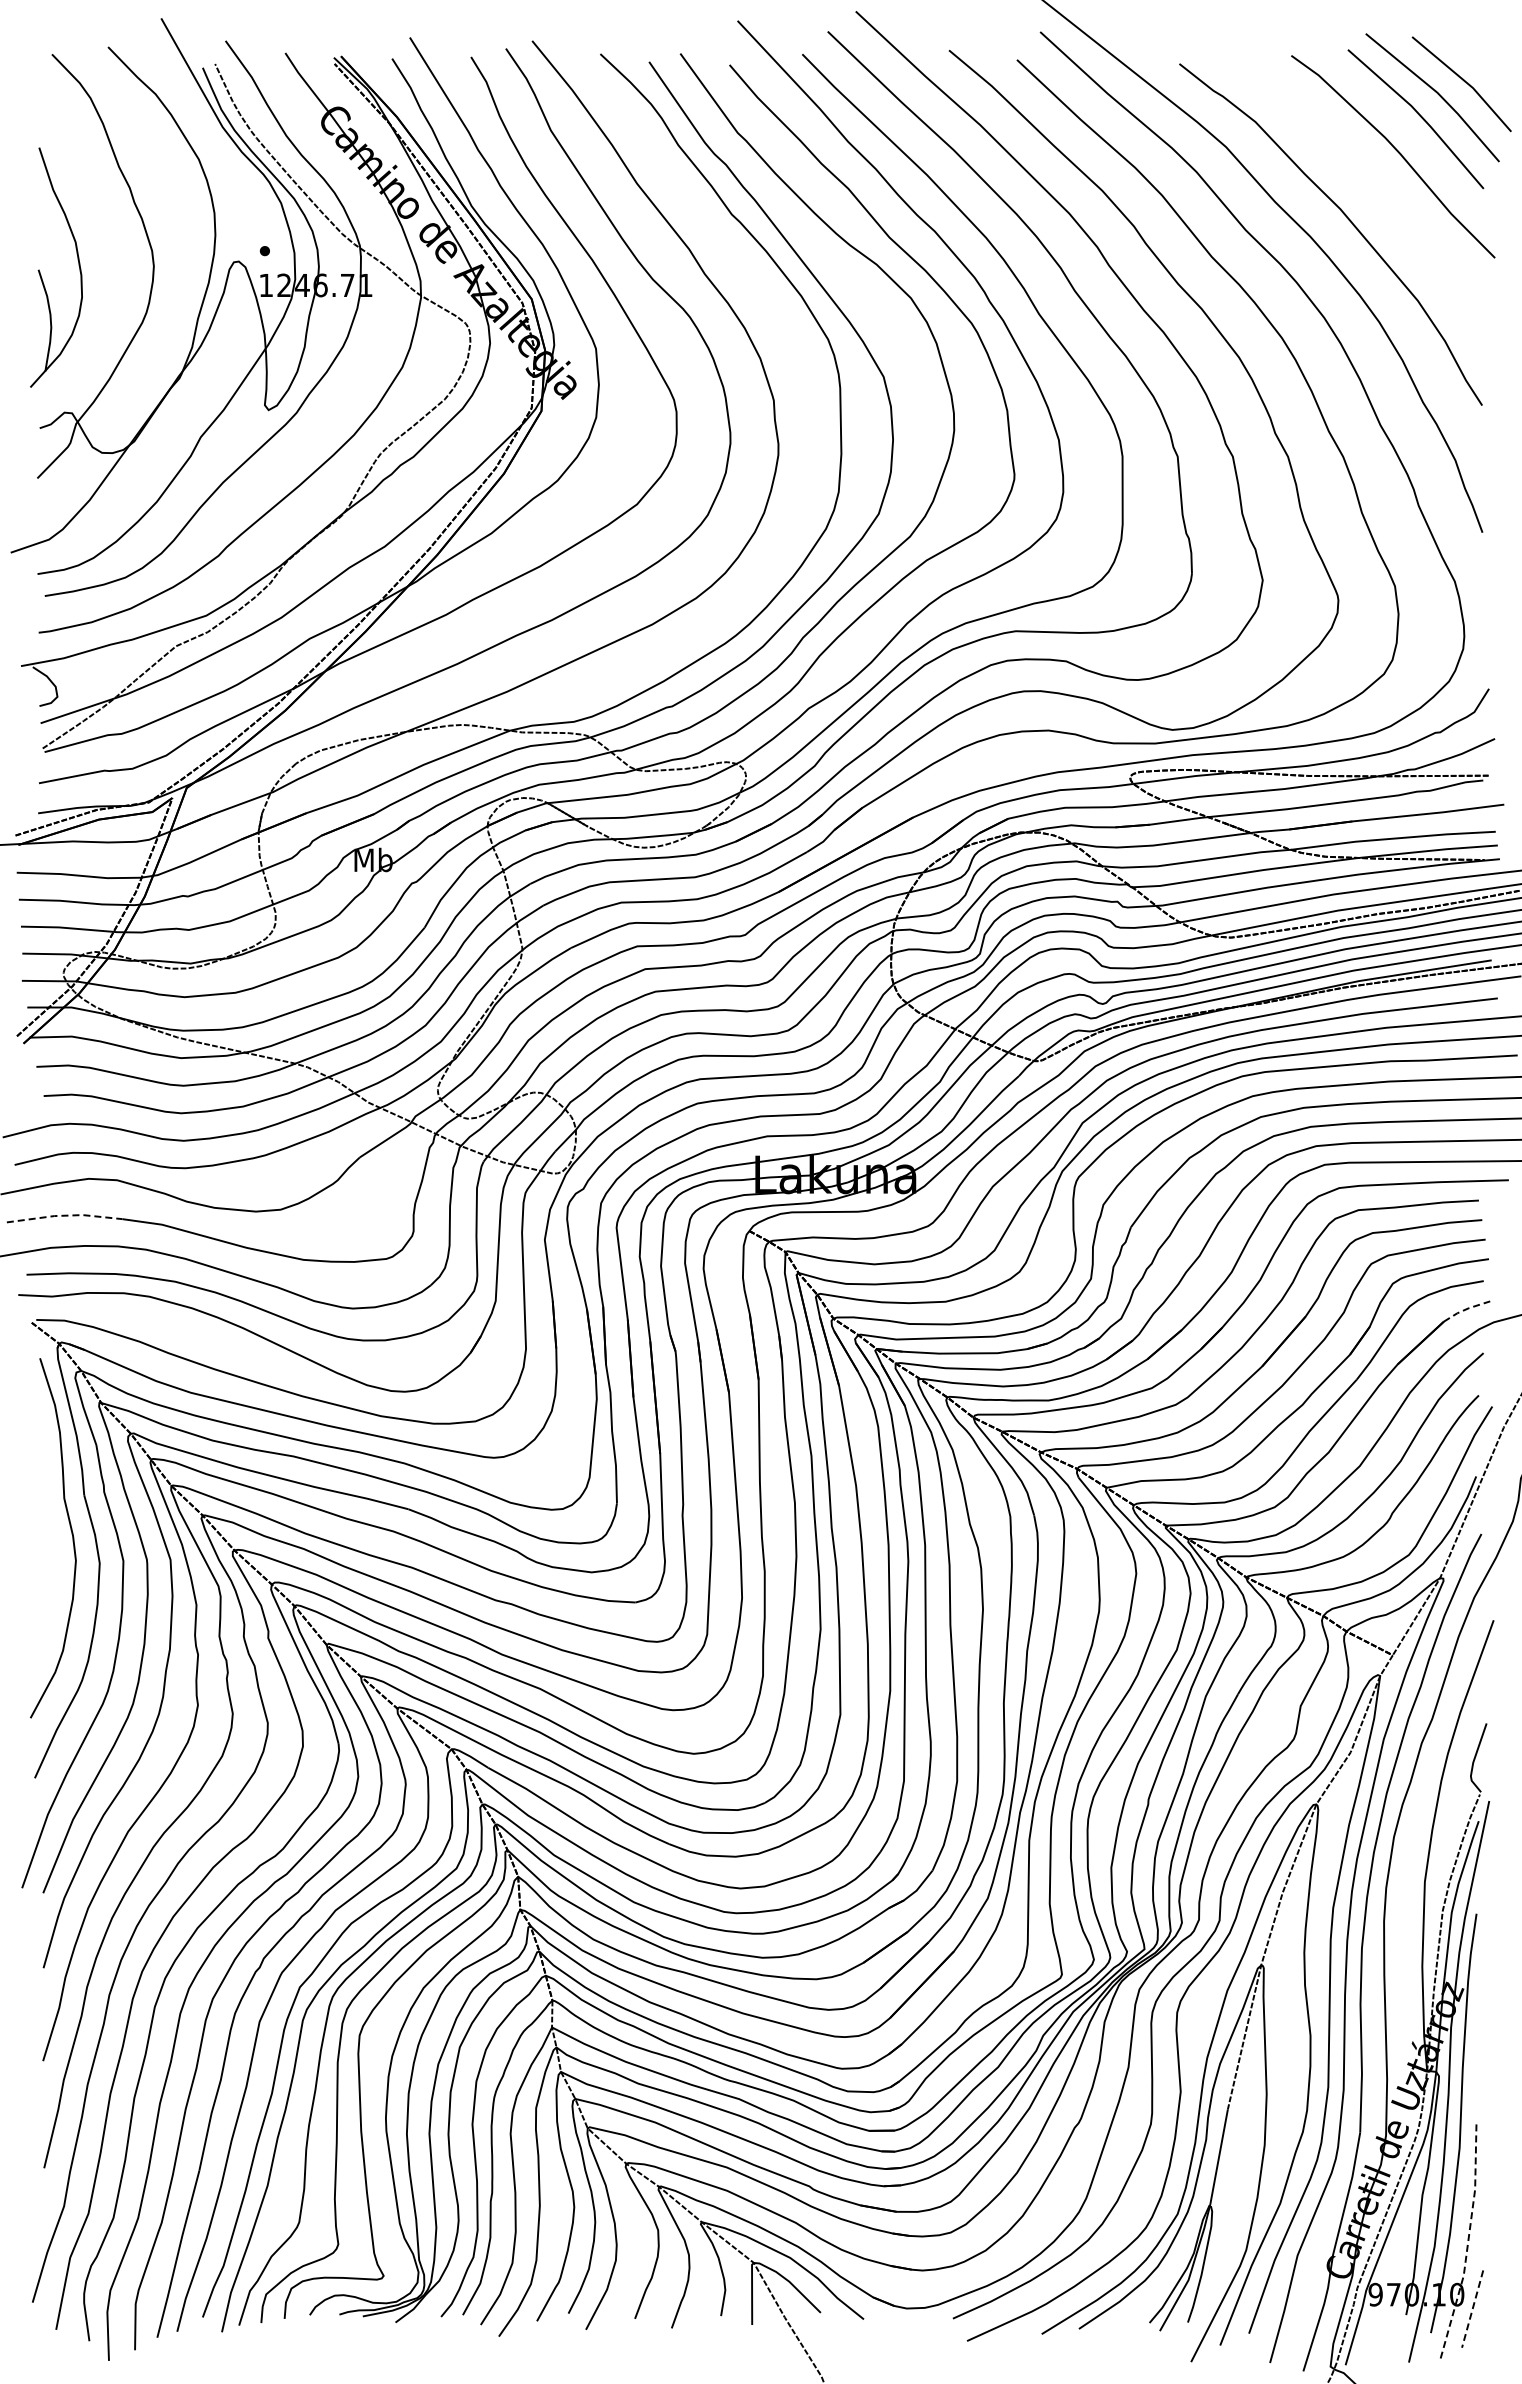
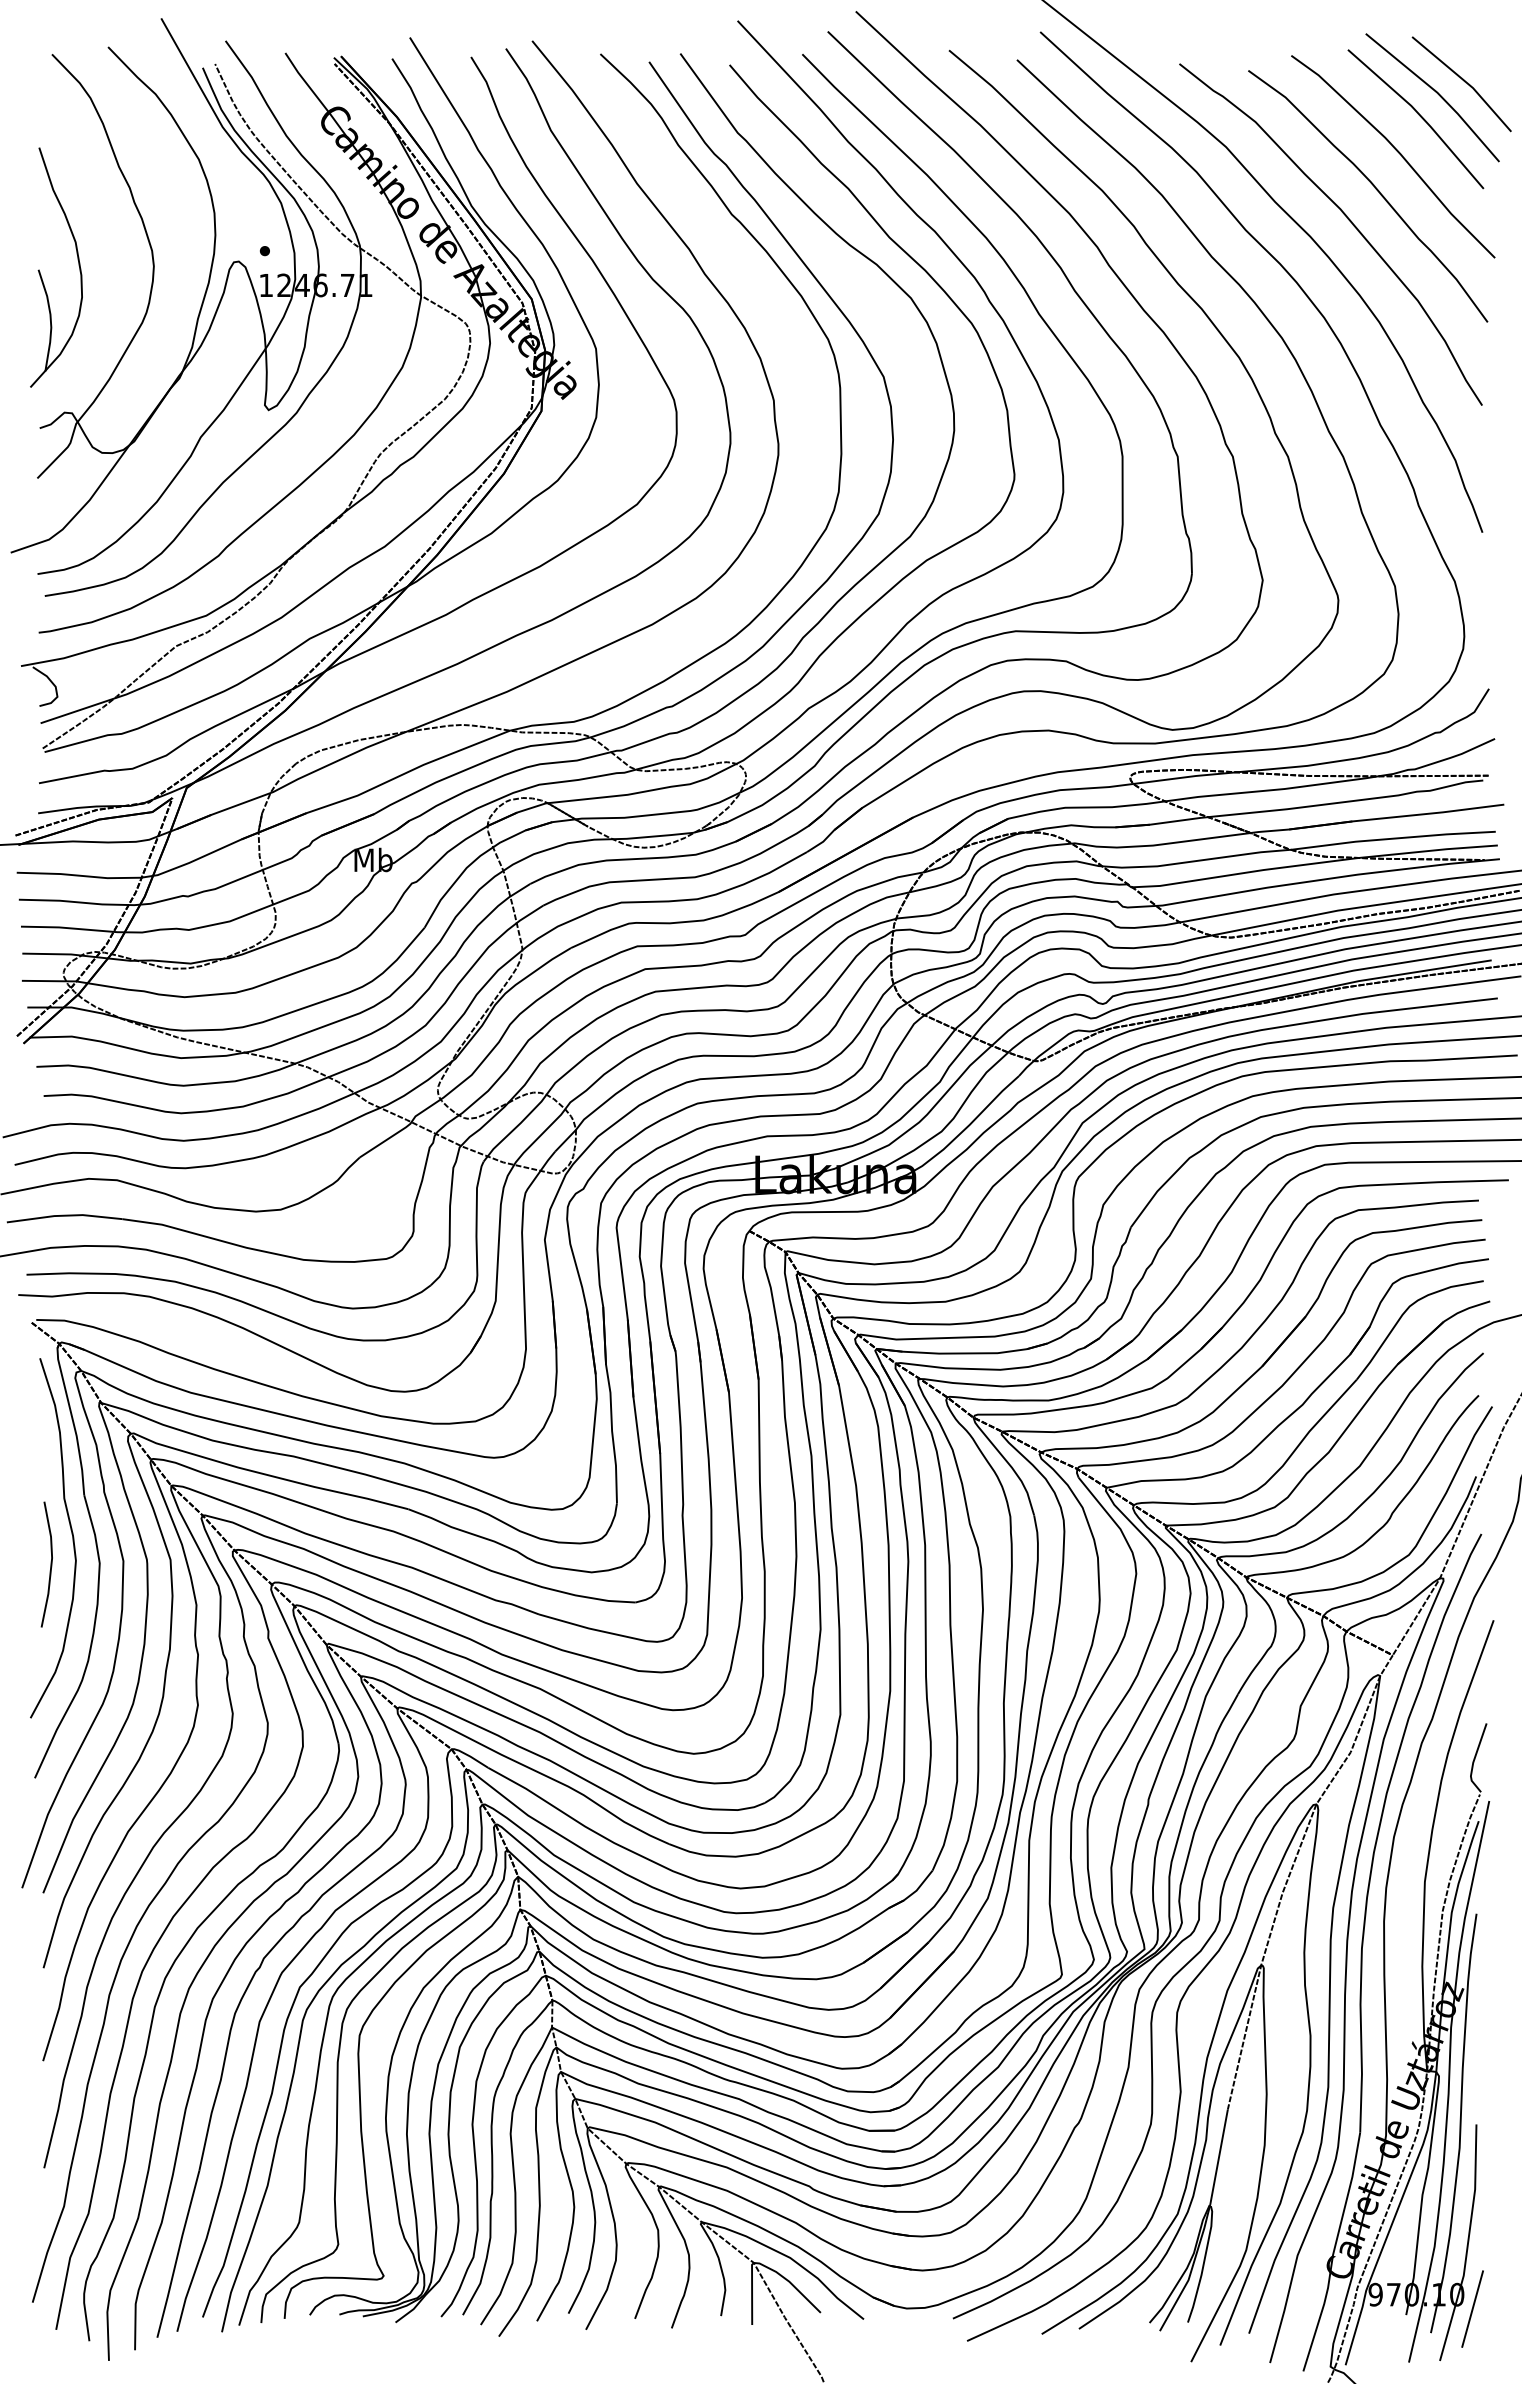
curve at (1375, 189): none -> present
line at (65, 1215): dashed -> solid
line at (1466, 1309): dashed -> solid
line at (50, 1564): none -> present
line at (1467, 2244): dashed -> solid
line at (1472, 2309): dashed -> solid
